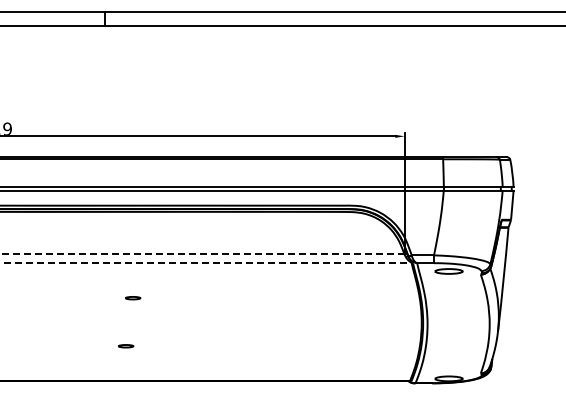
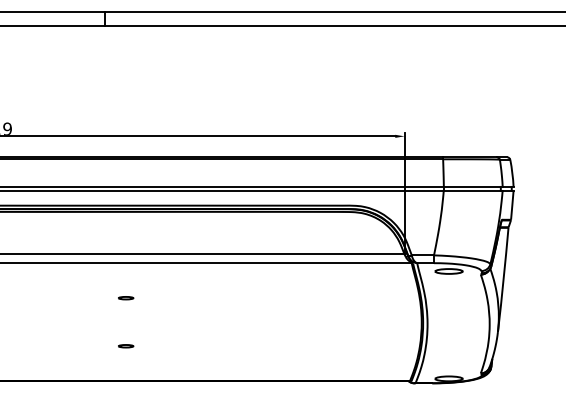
line at (202, 254): dashed -> solid
line at (205, 263): dashed -> solid
part at (133, 298) position: (133, 298) -> (126, 298)
